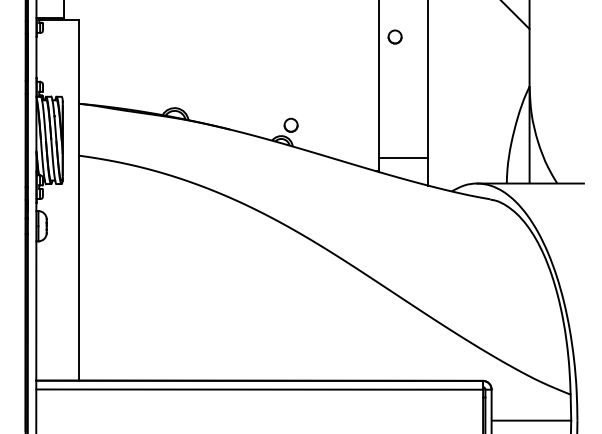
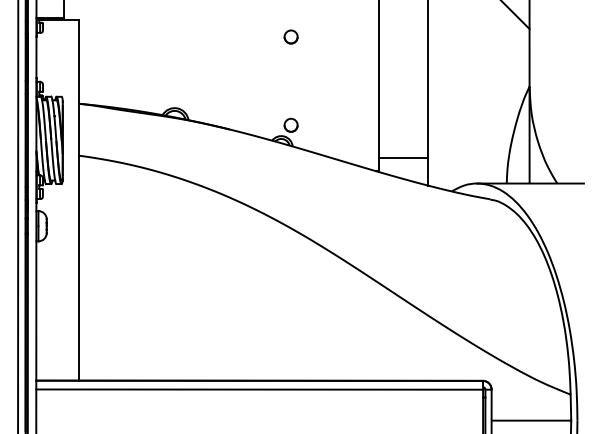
circle at (394, 36) position: (394, 36) -> (290, 36)
line at (18, 216): none -> present
